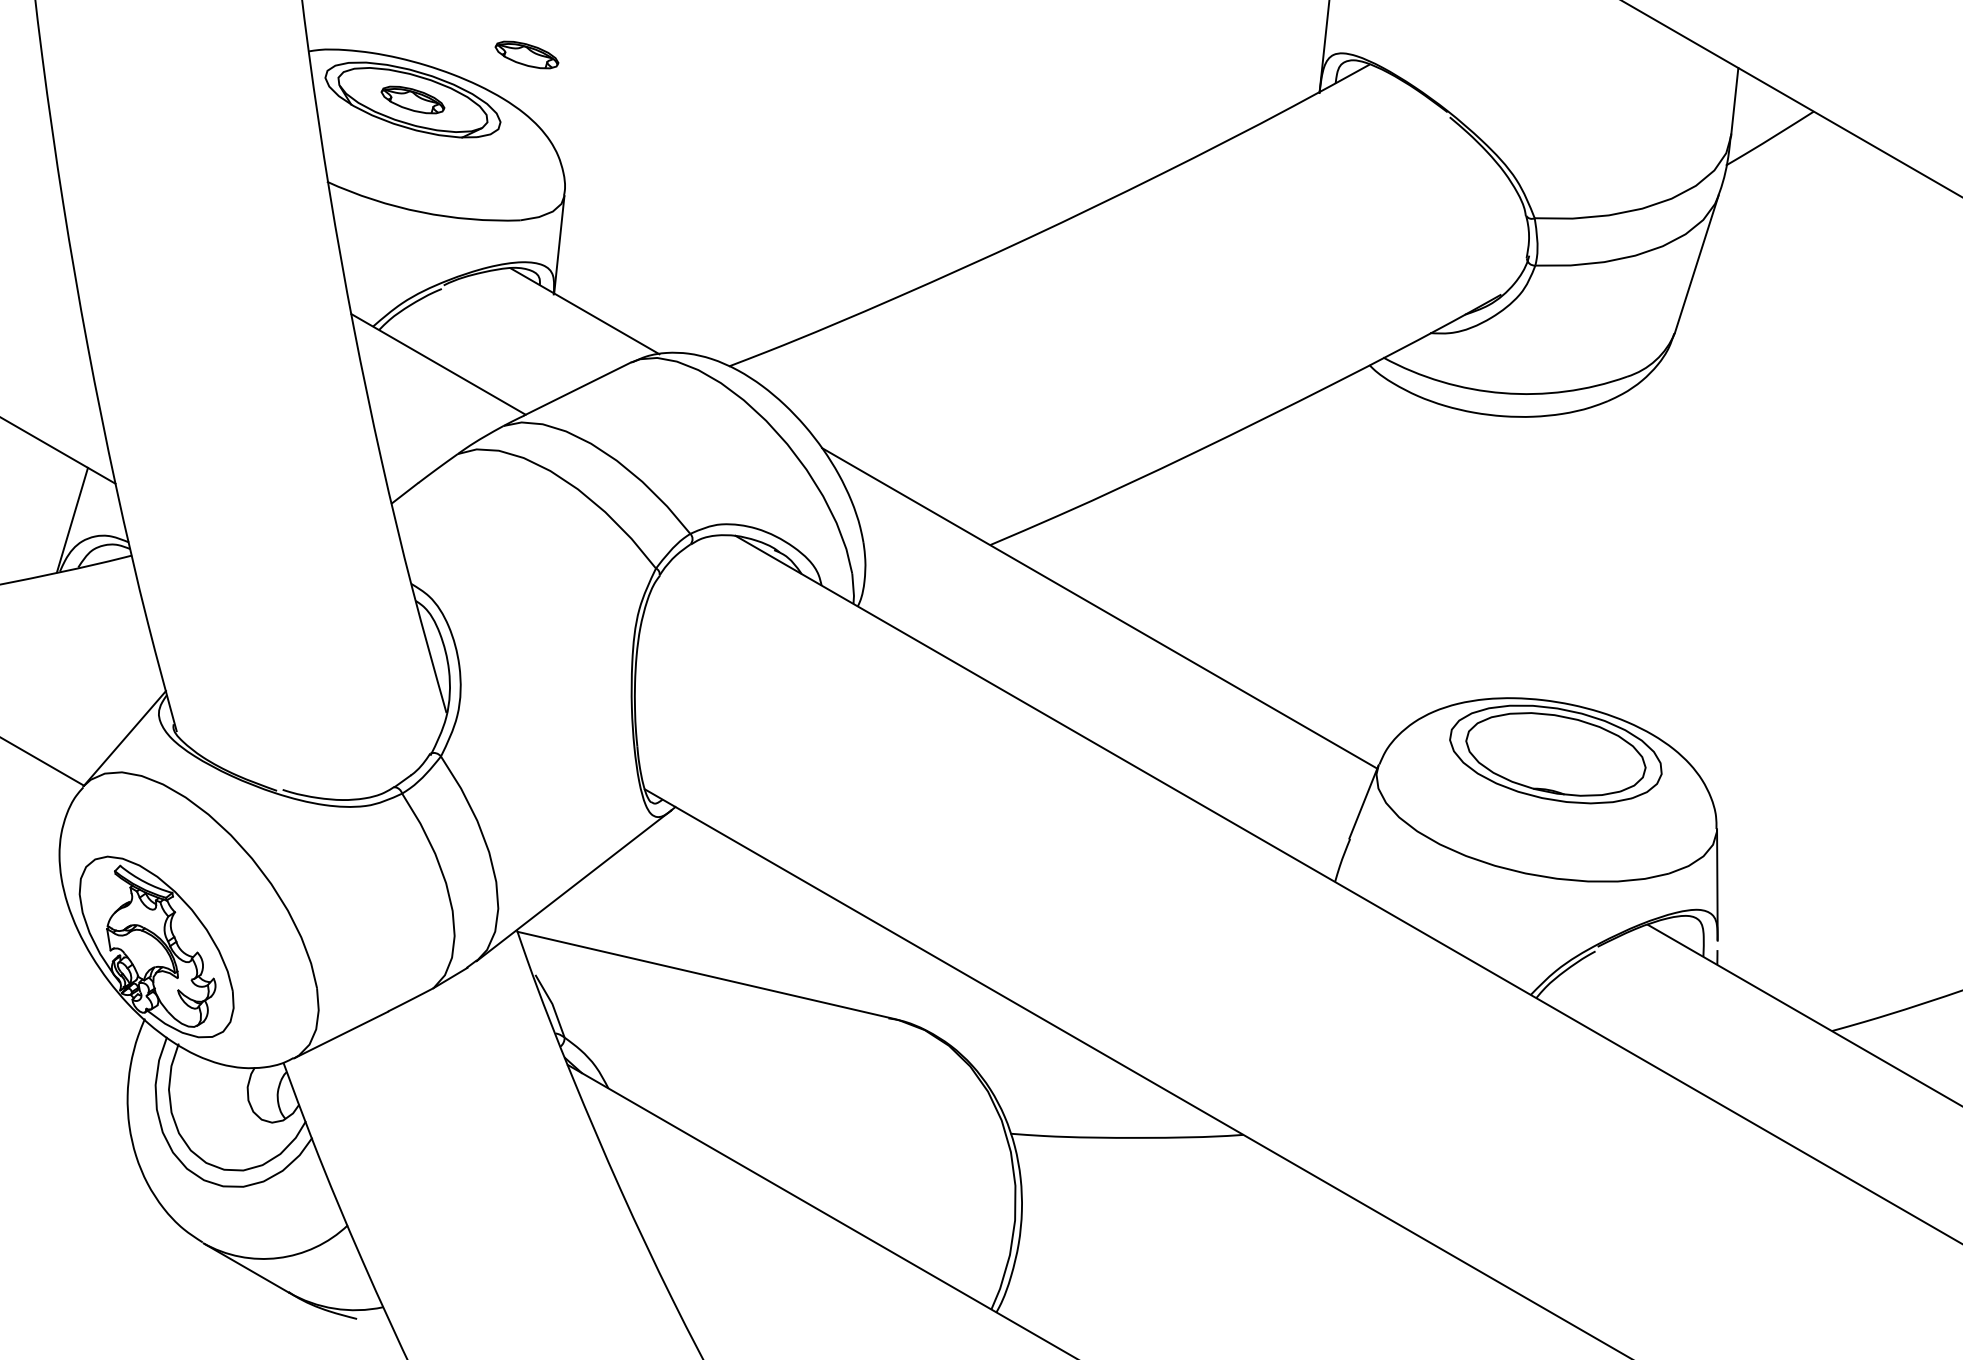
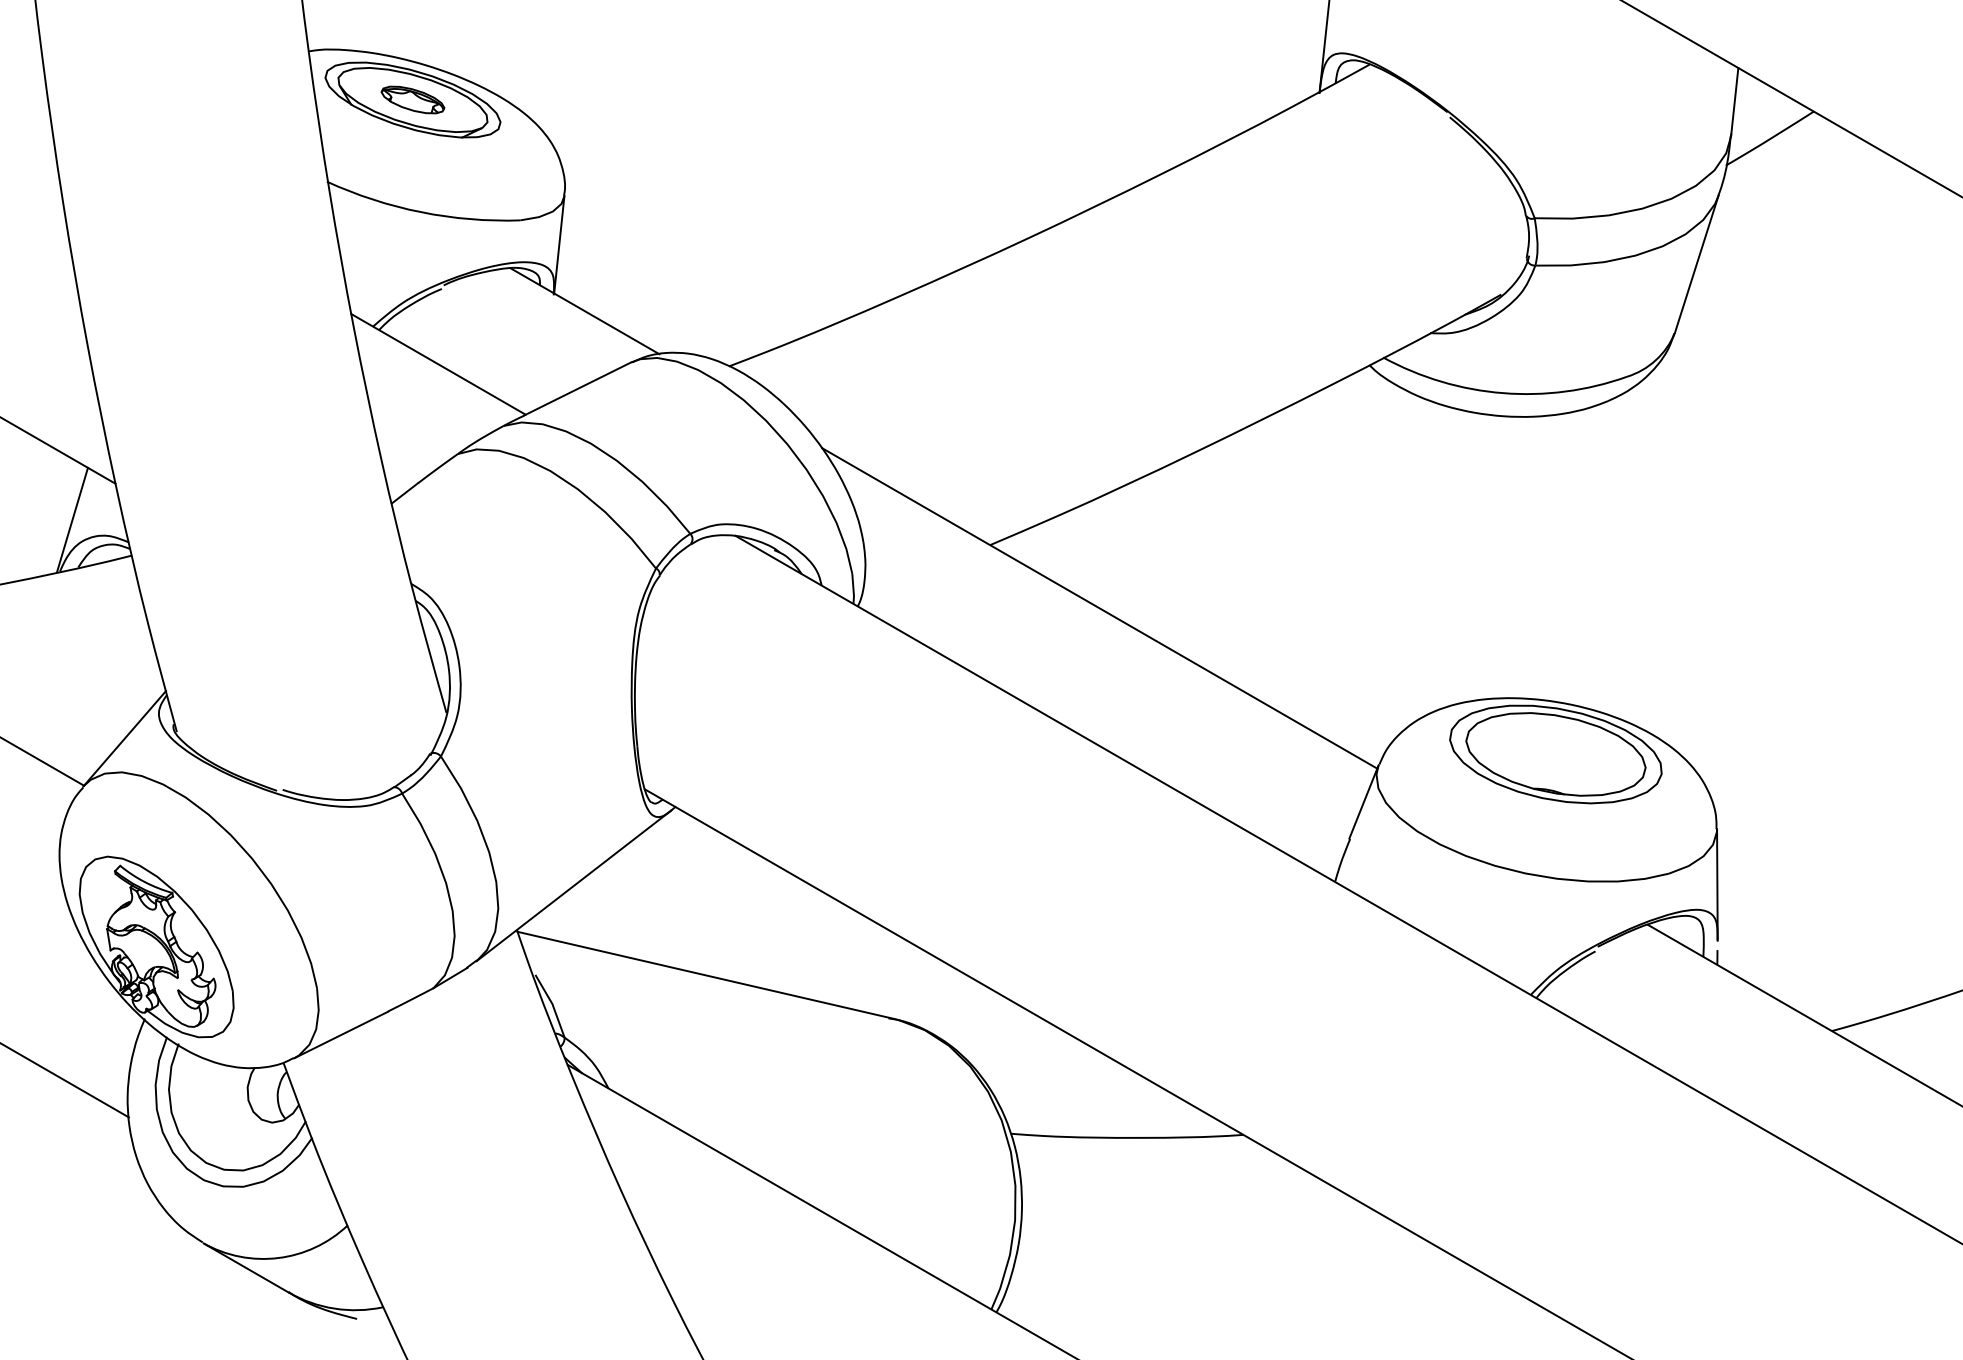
part at (526, 54): present -> none
line at (65, 1080): none -> present
